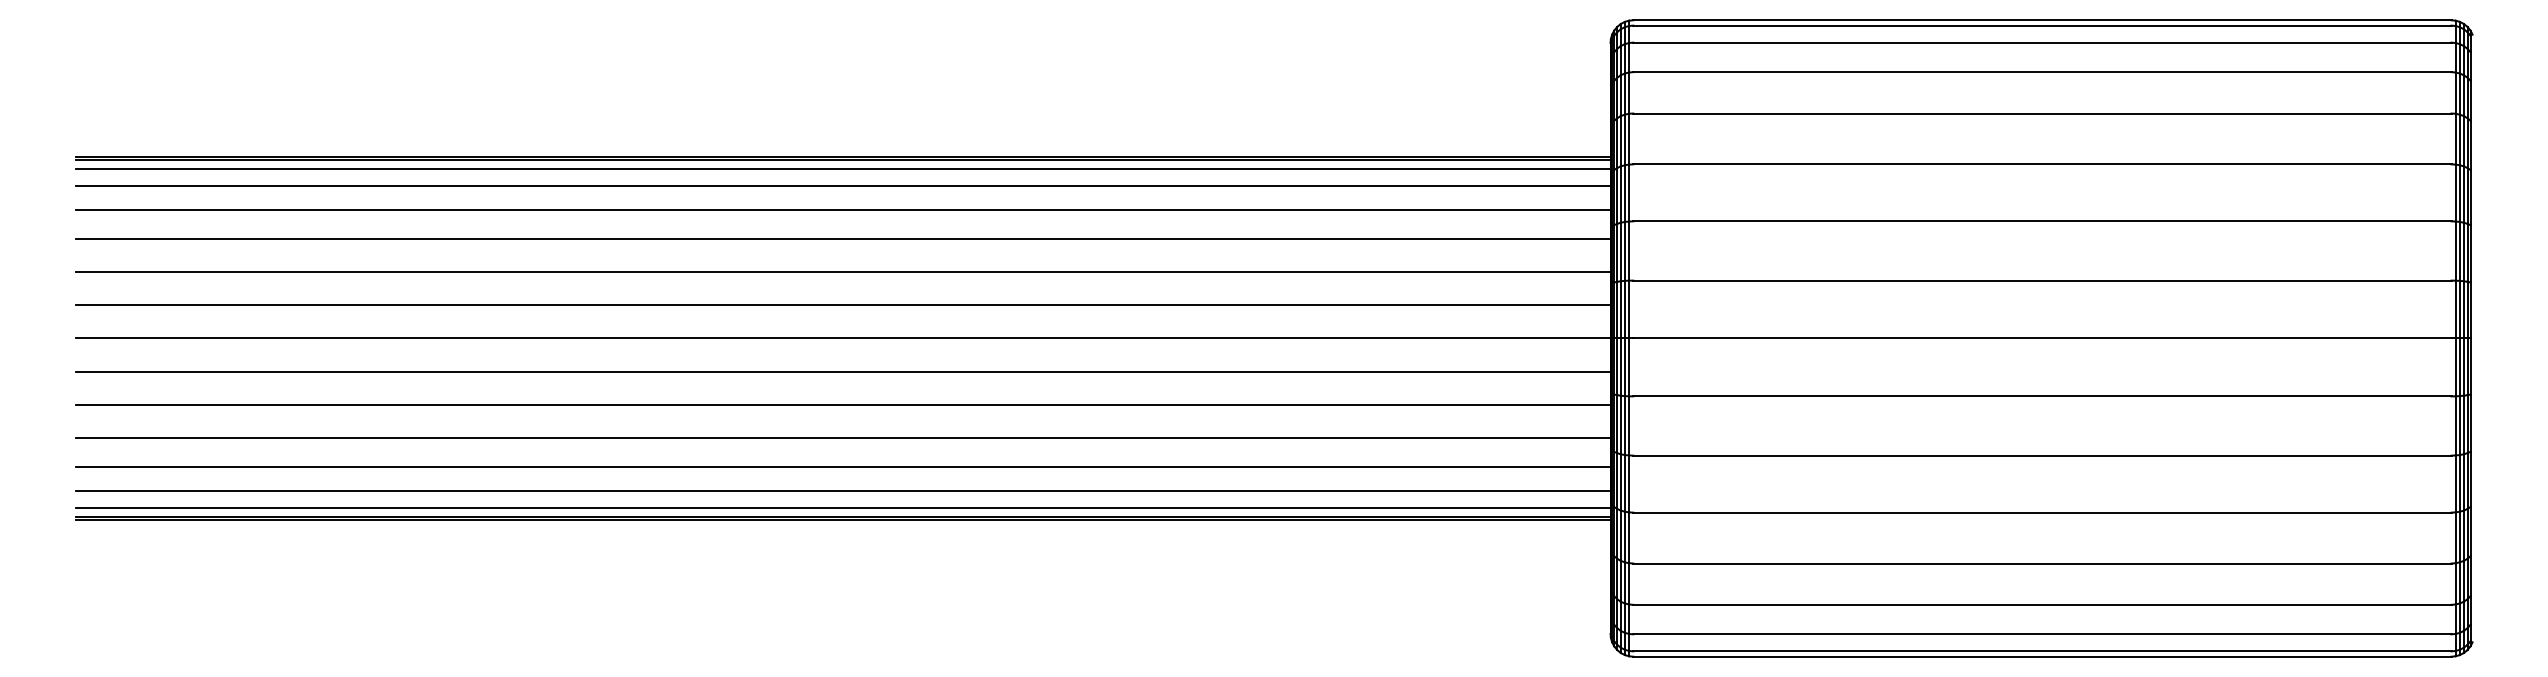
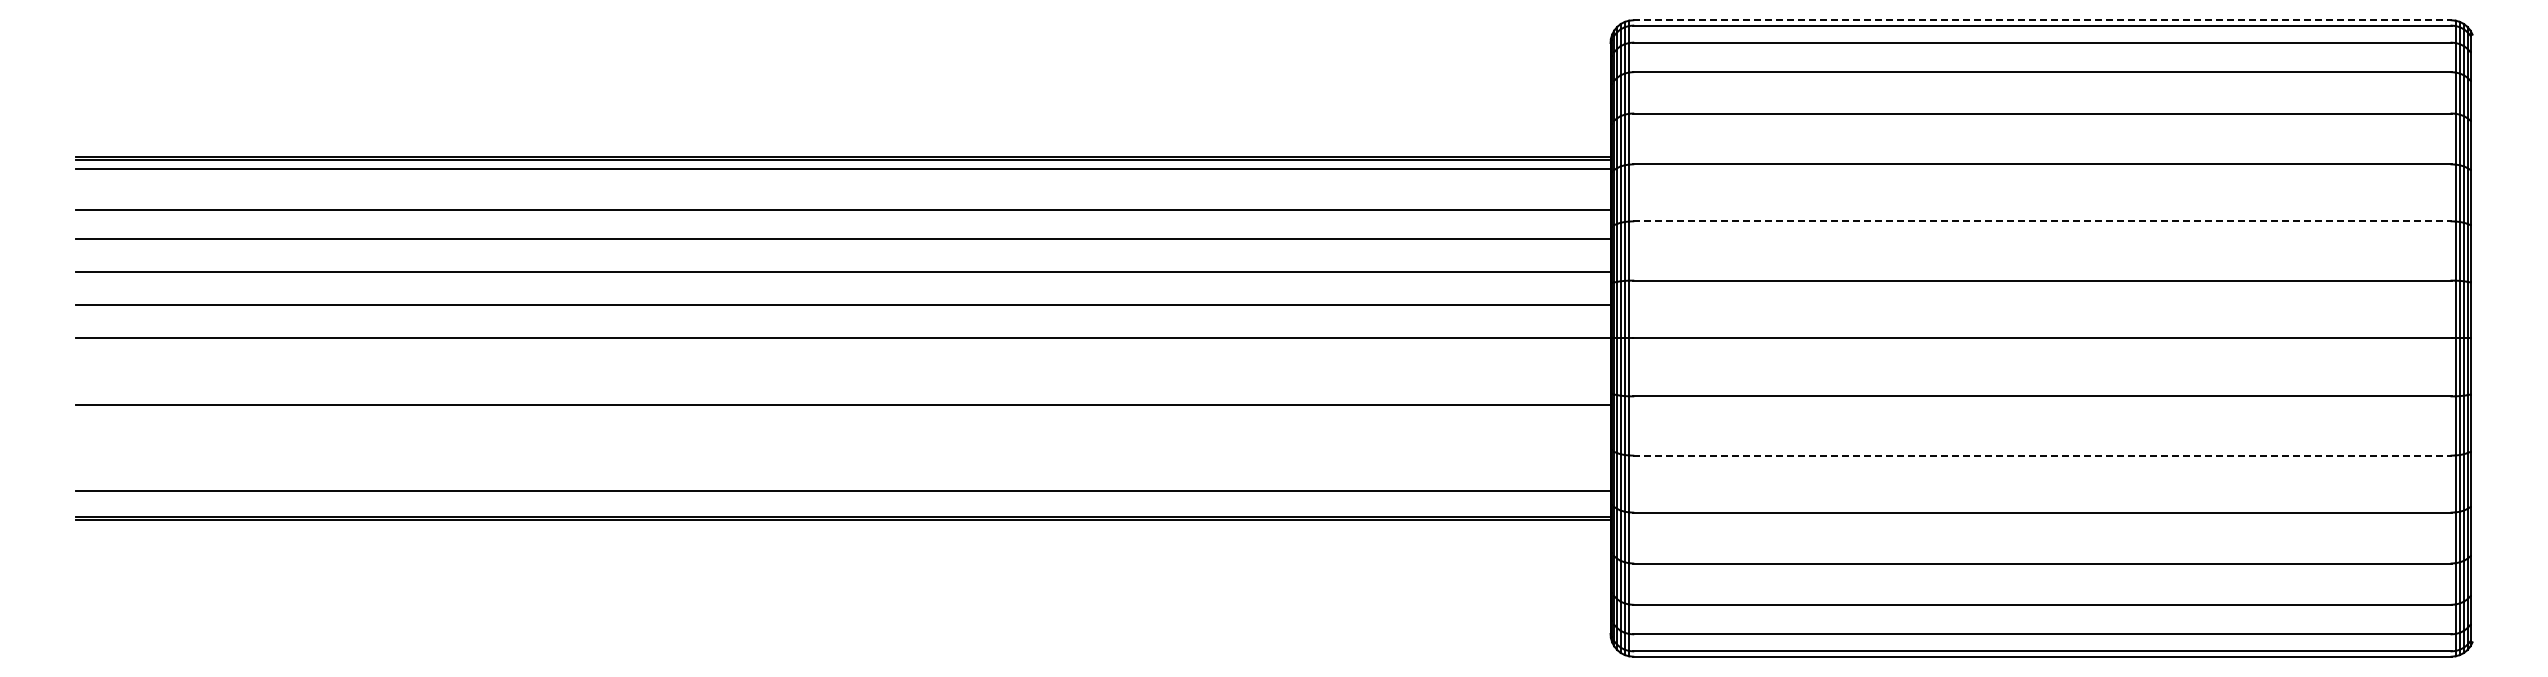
line at (2042, 20): solid -> dashed
line at (843, 186): present -> none
line at (2042, 221): solid -> dashed
line at (843, 371): present -> none
line at (843, 438): present -> none
line at (2042, 455): solid -> dashed
line at (843, 467): present -> none
line at (843, 507): present -> none
